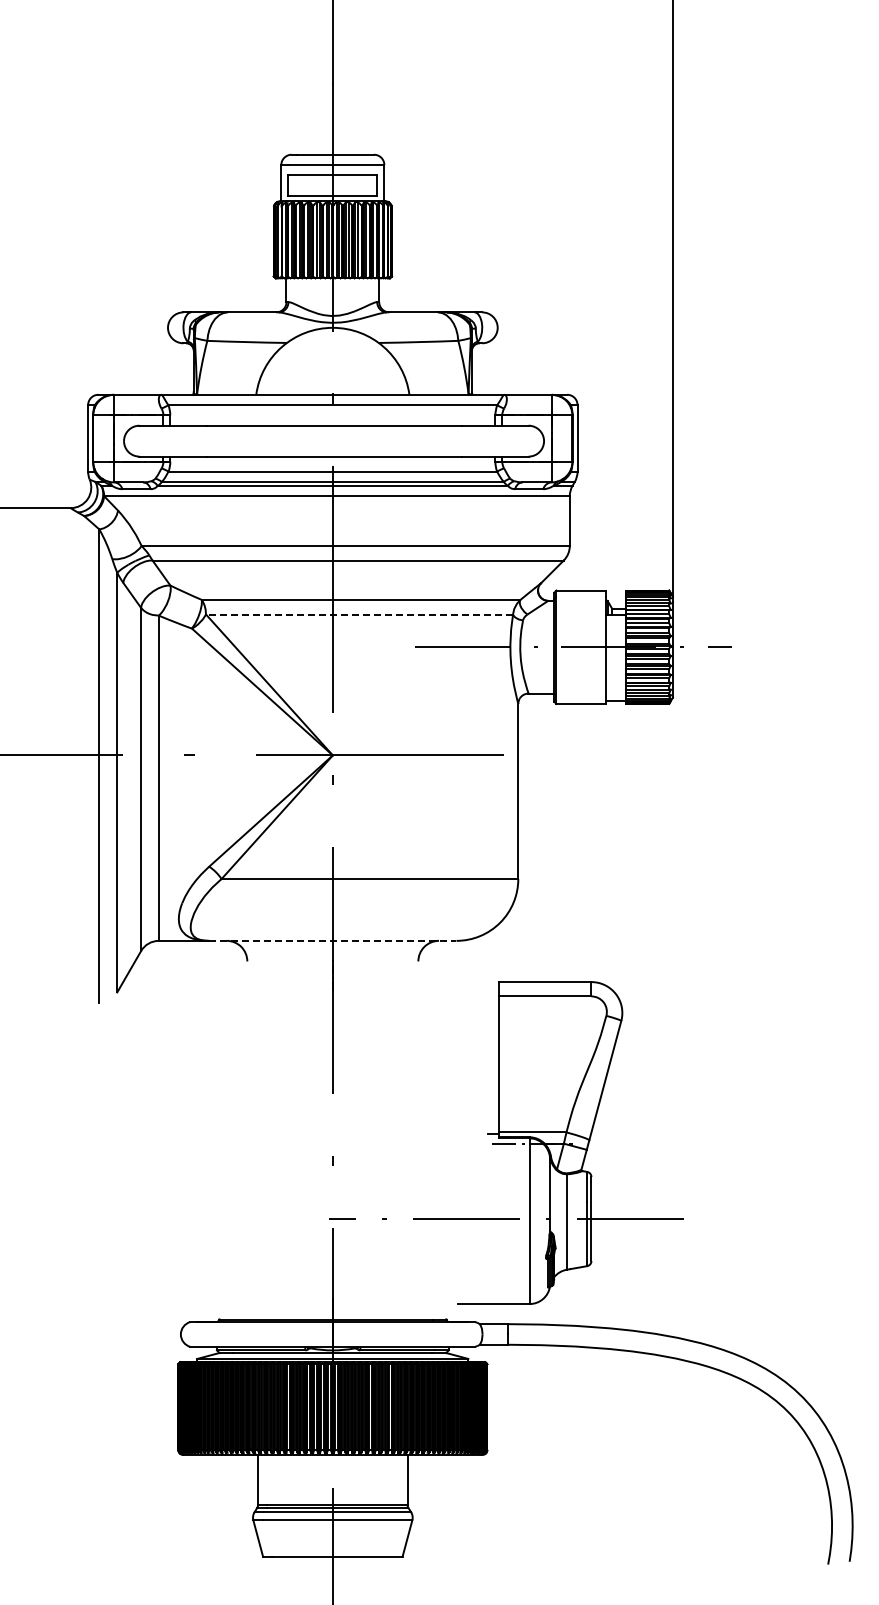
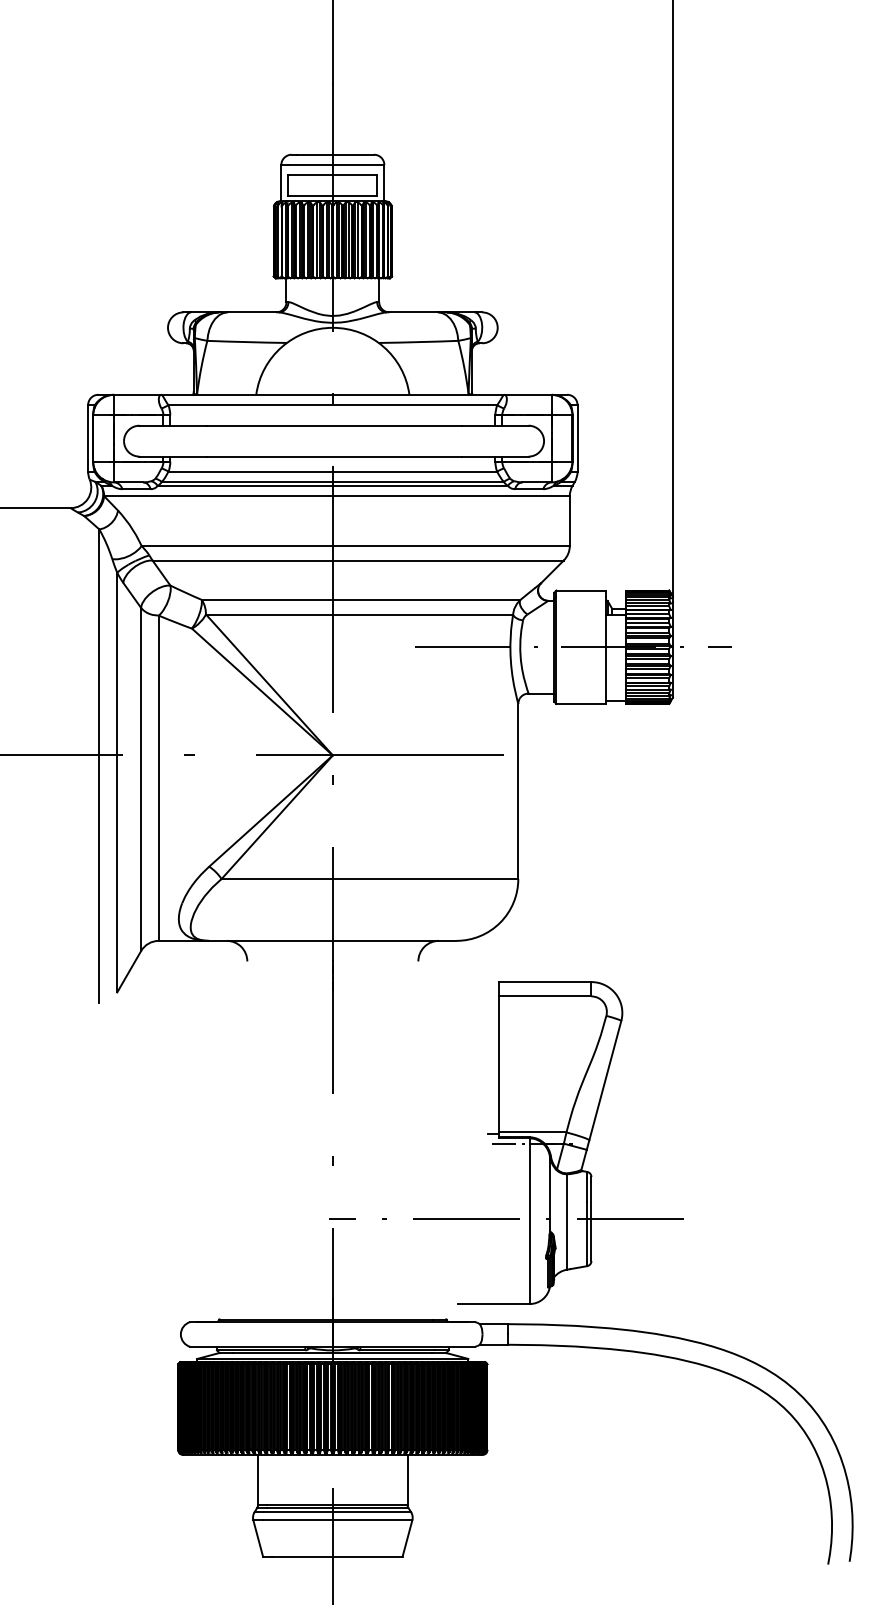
line at (359, 614): dashed -> solid
line at (332, 940): dashed -> solid
